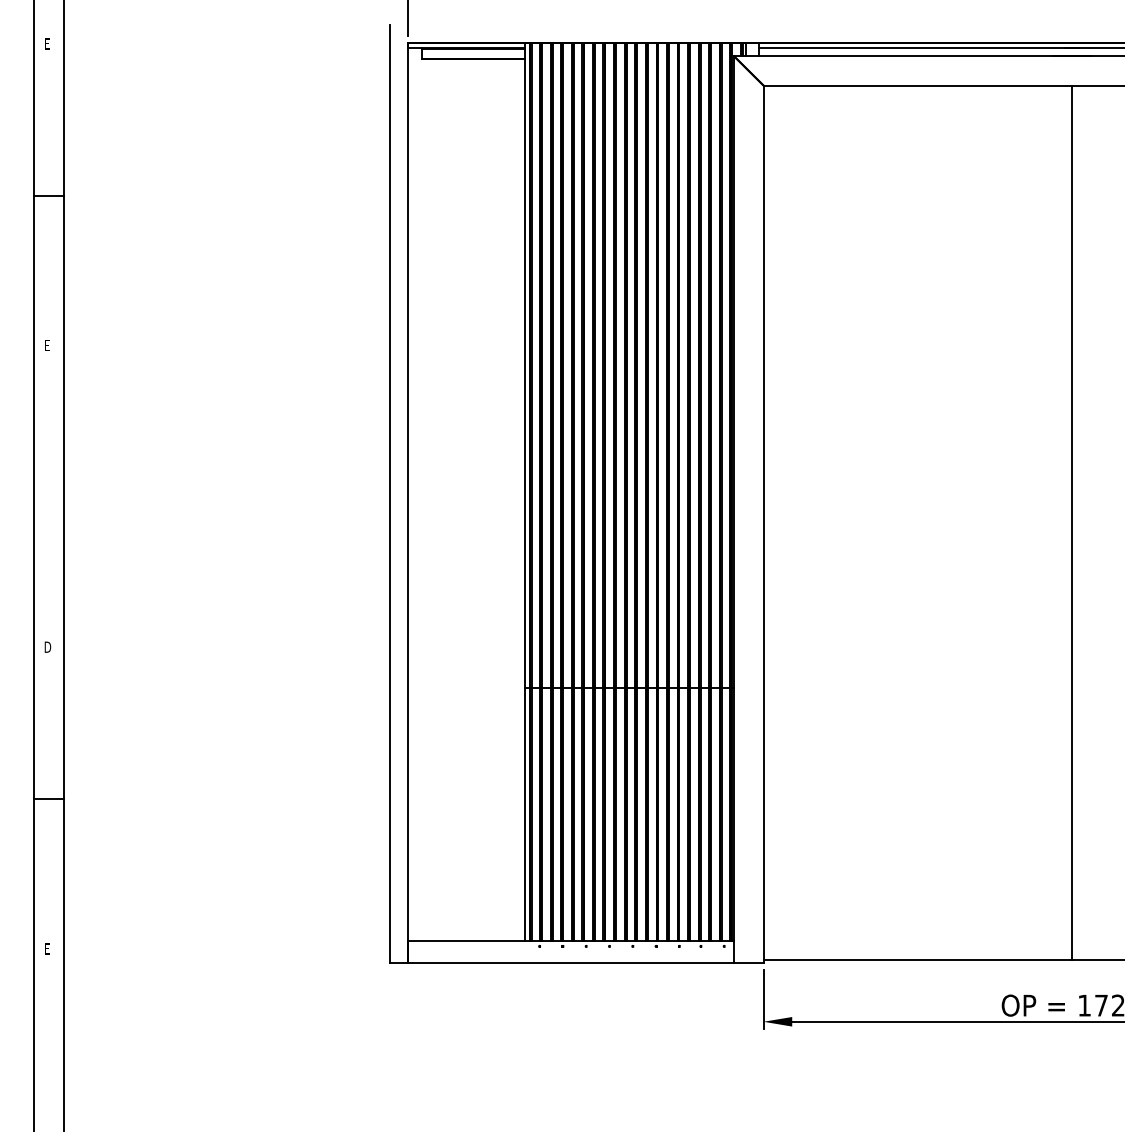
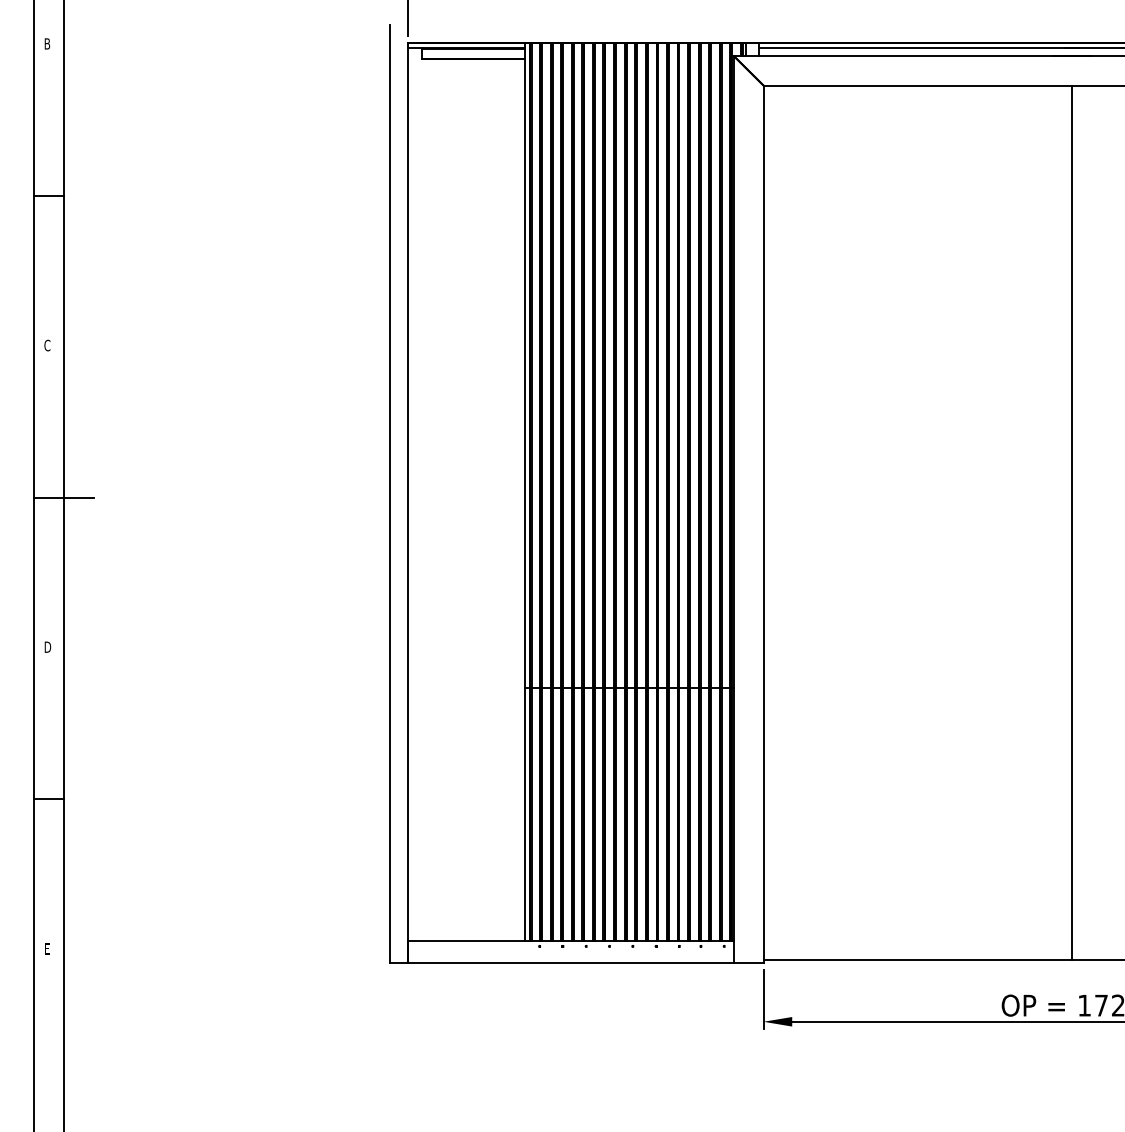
text at (47, 43): E -> B
text at (47, 345): E -> C
line at (63, 497): none -> present
